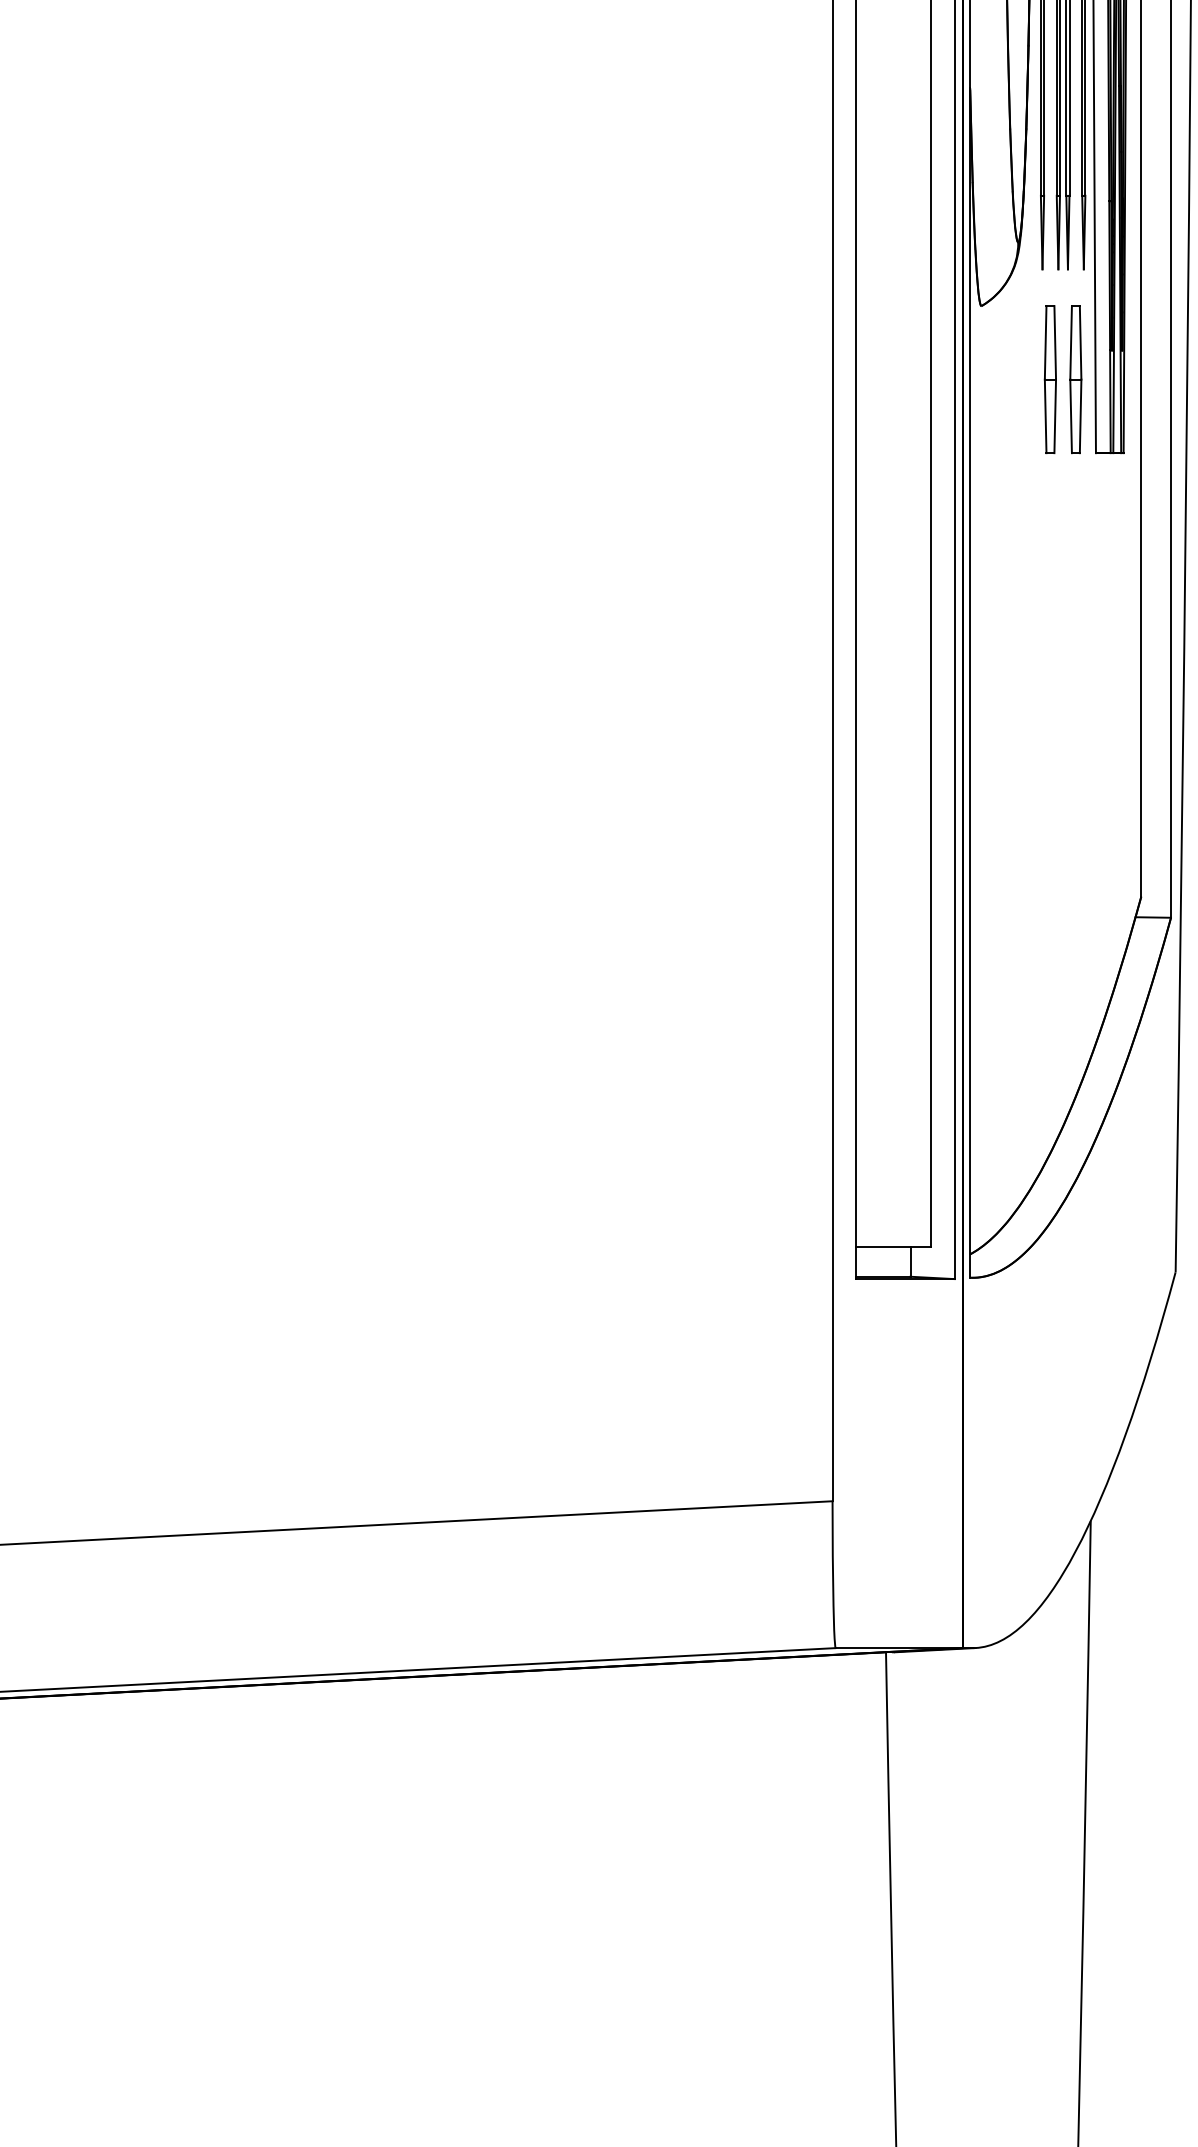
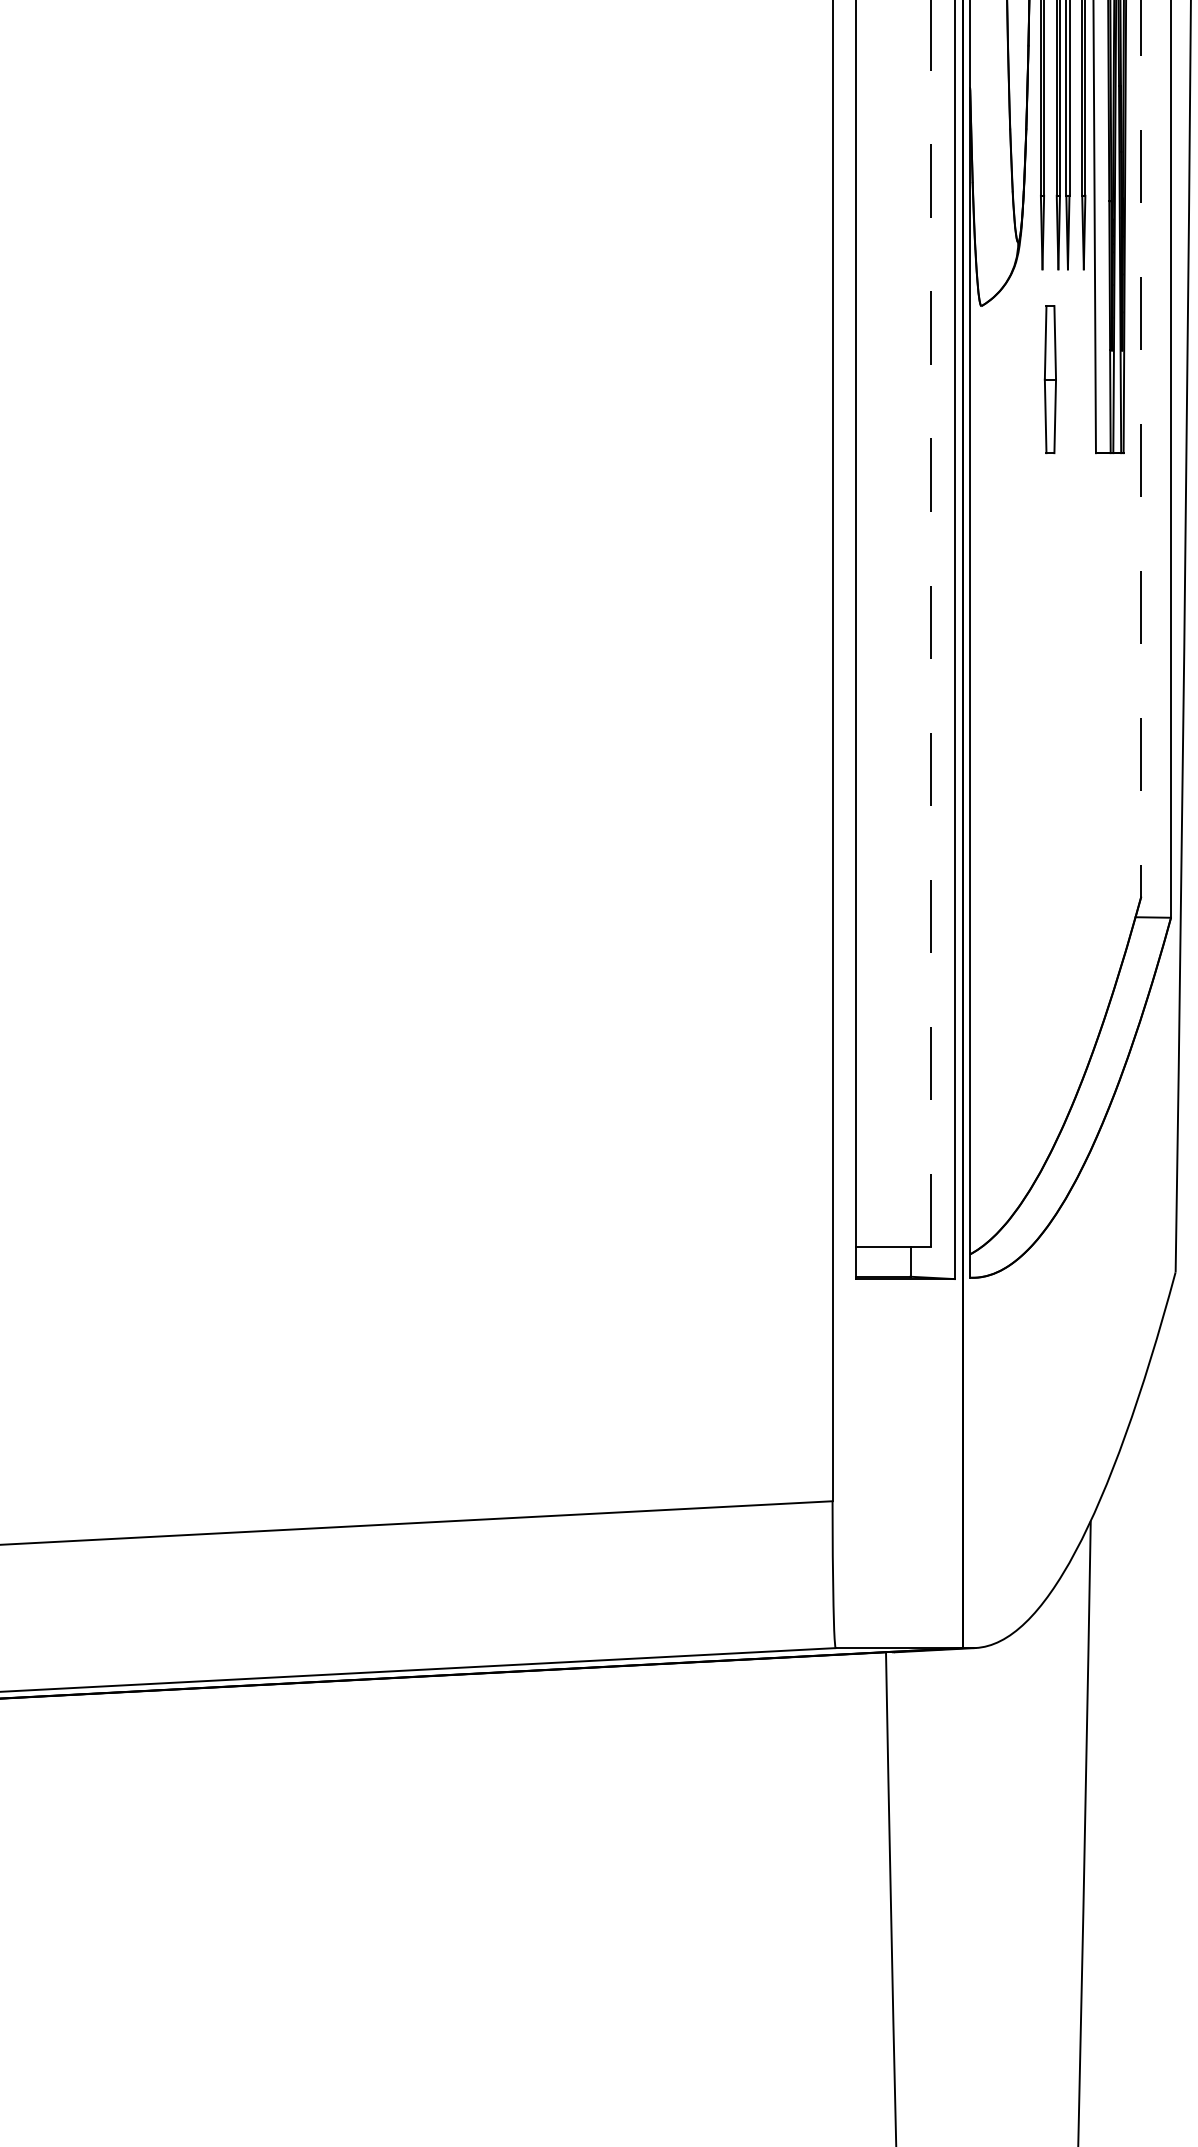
part at (1075, 379): present -> none
line at (1141, 448): solid -> dashed
line at (930, 623): solid -> dashed
